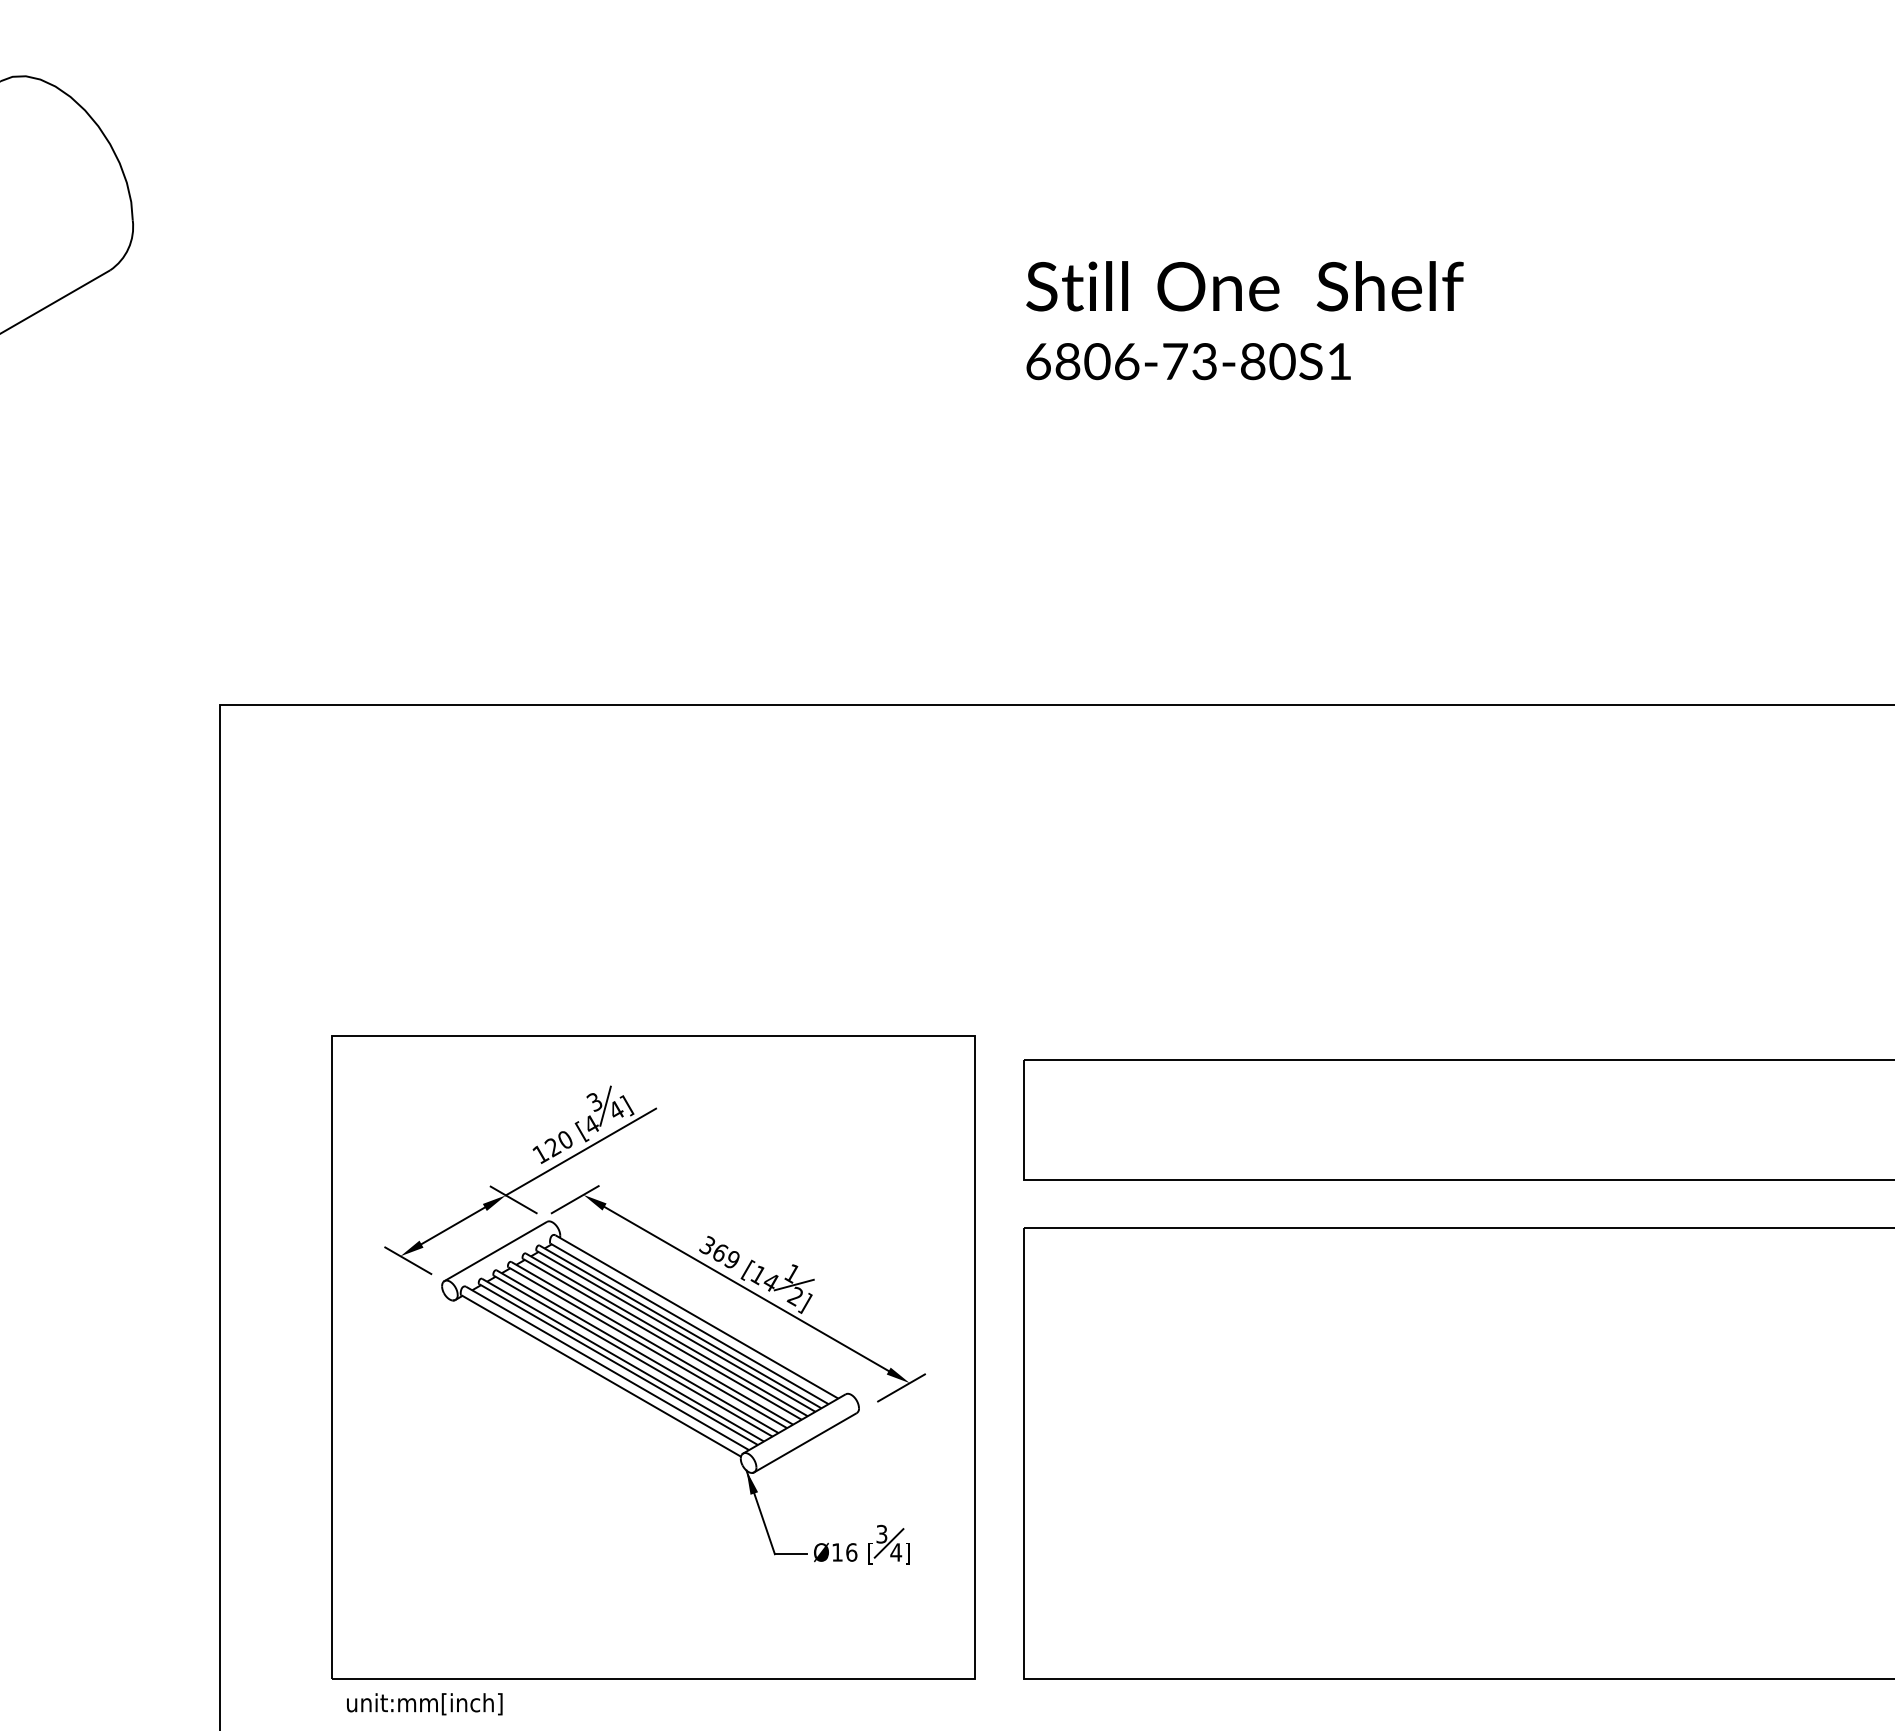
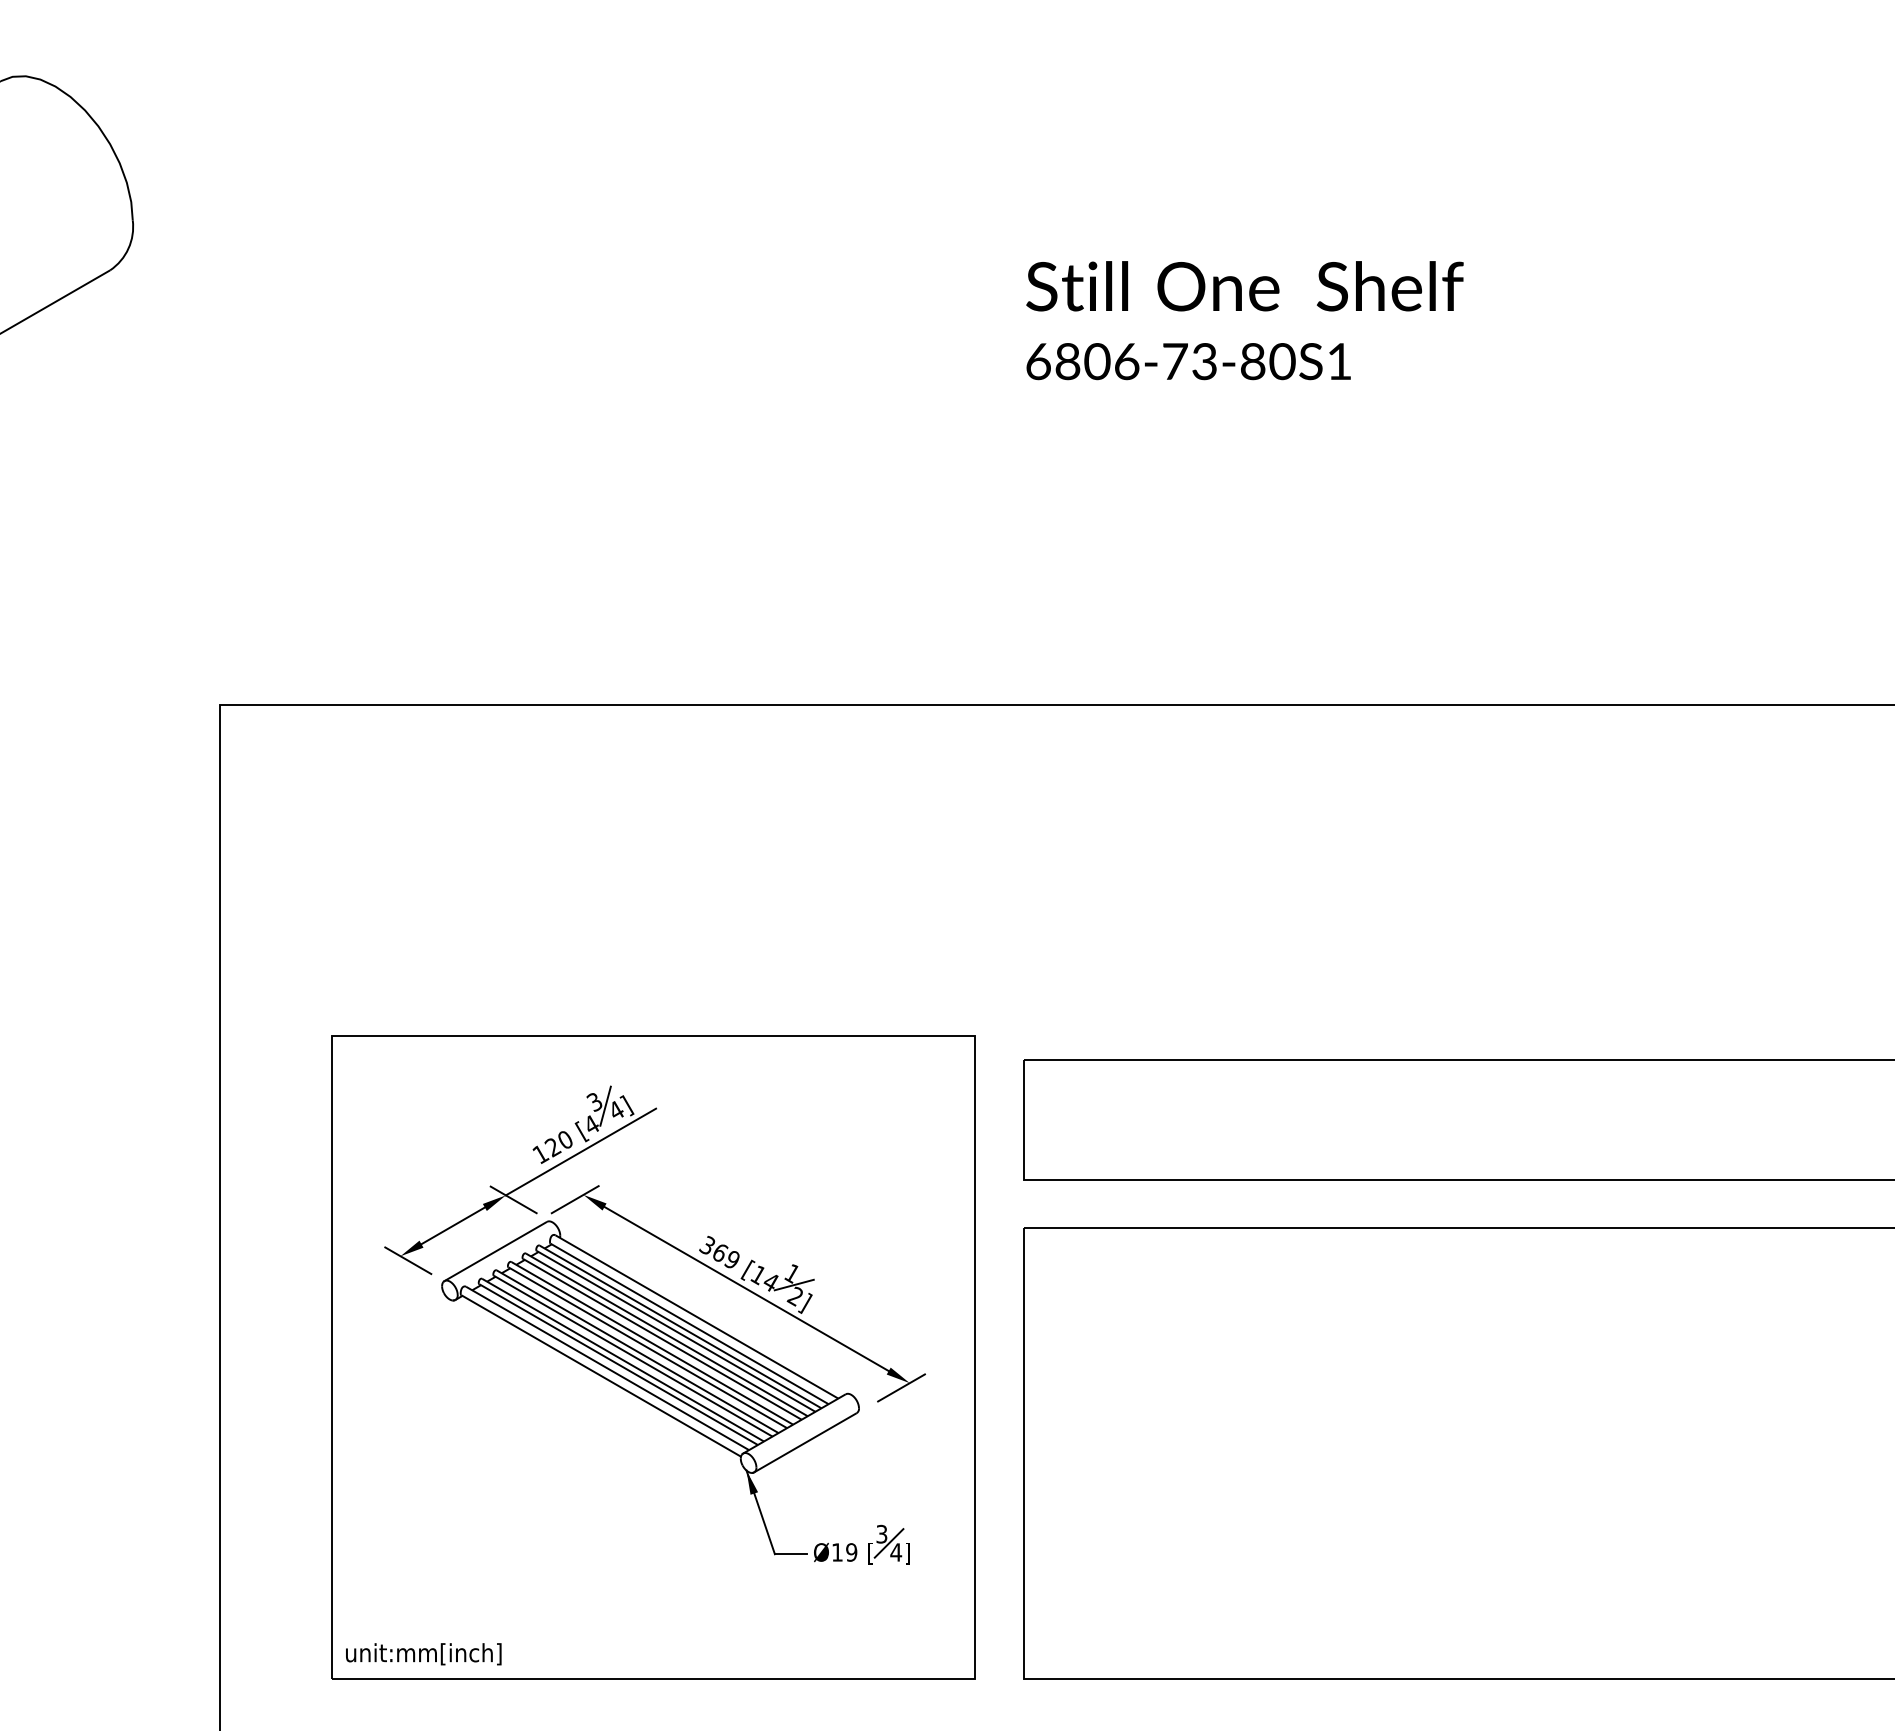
text at (851, 1552): Ø16 -> Ø19
text at (424, 1704) position: (424, 1704) -> (423, 1654)
